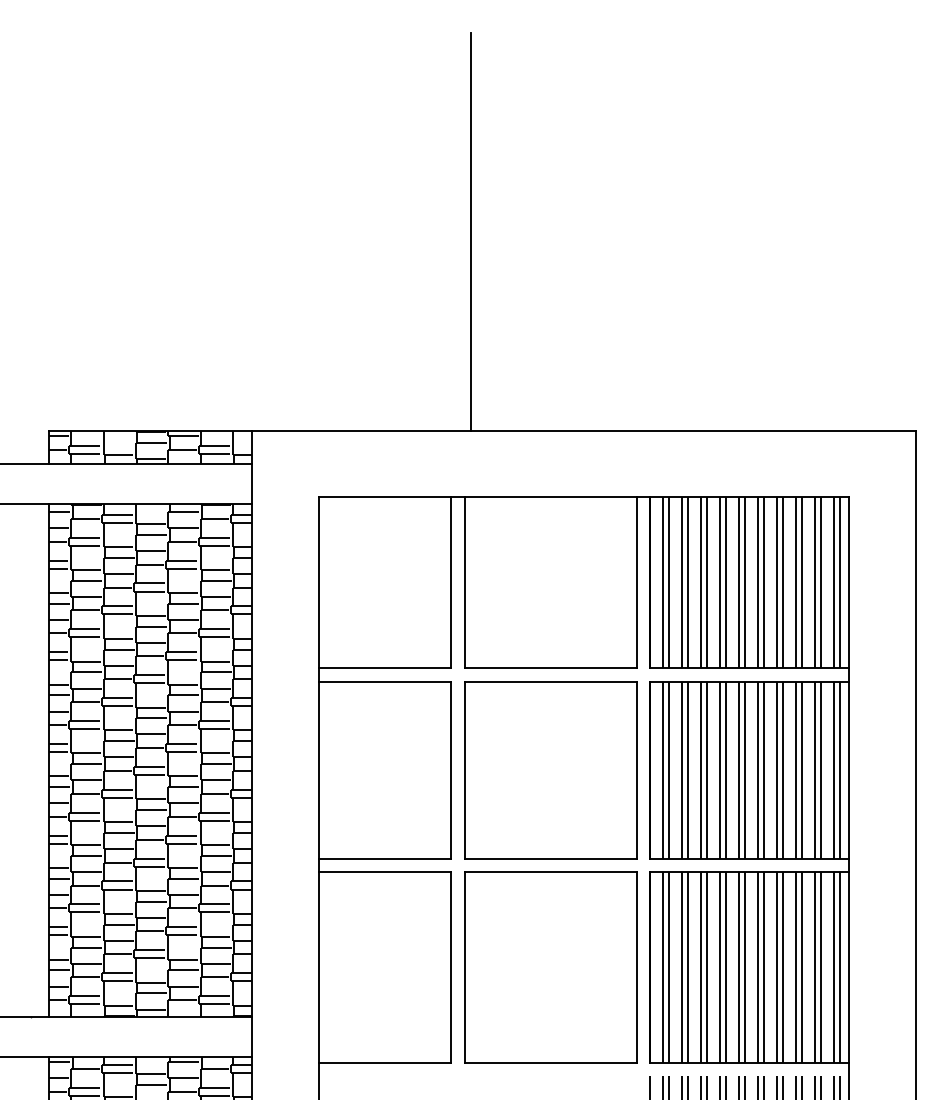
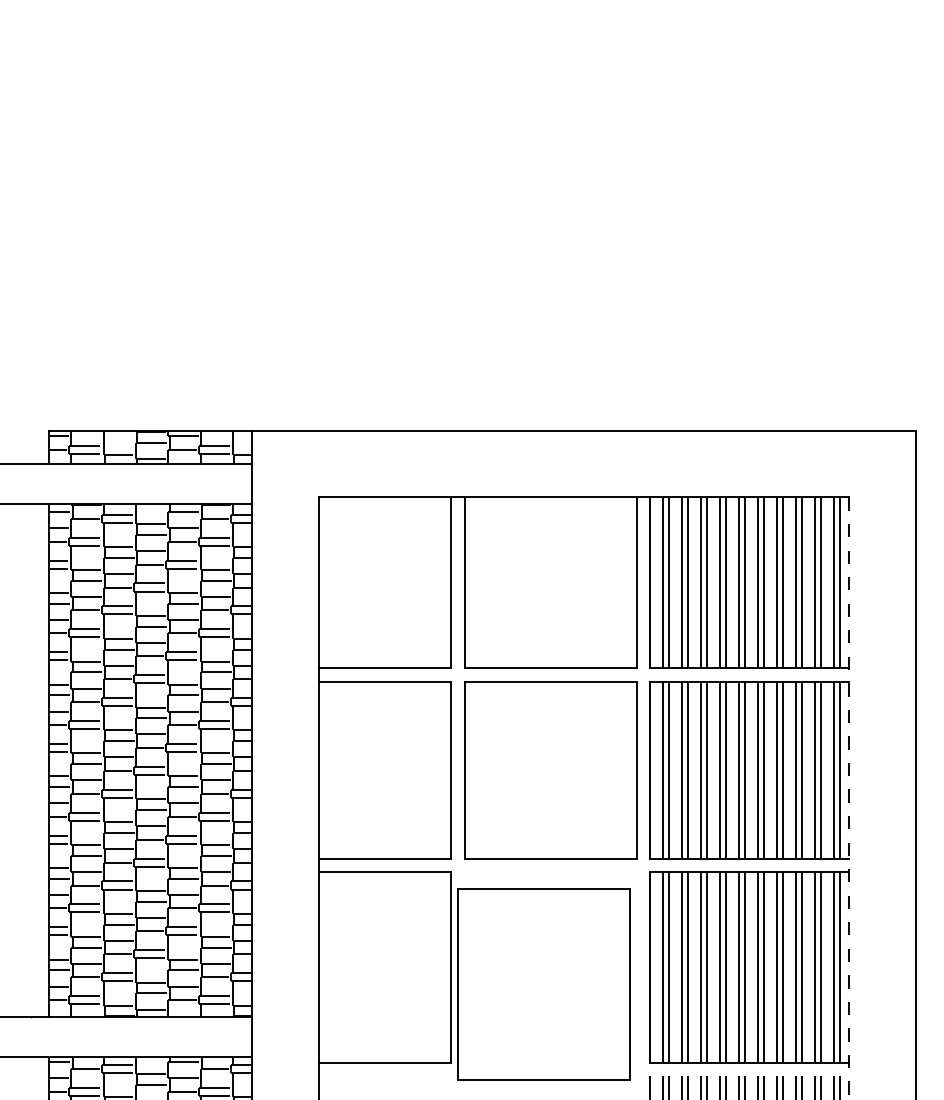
line at (471, 231): present -> none
line at (849, 798): solid -> dashed
part at (550, 967) position: (550, 967) -> (543, 984)
